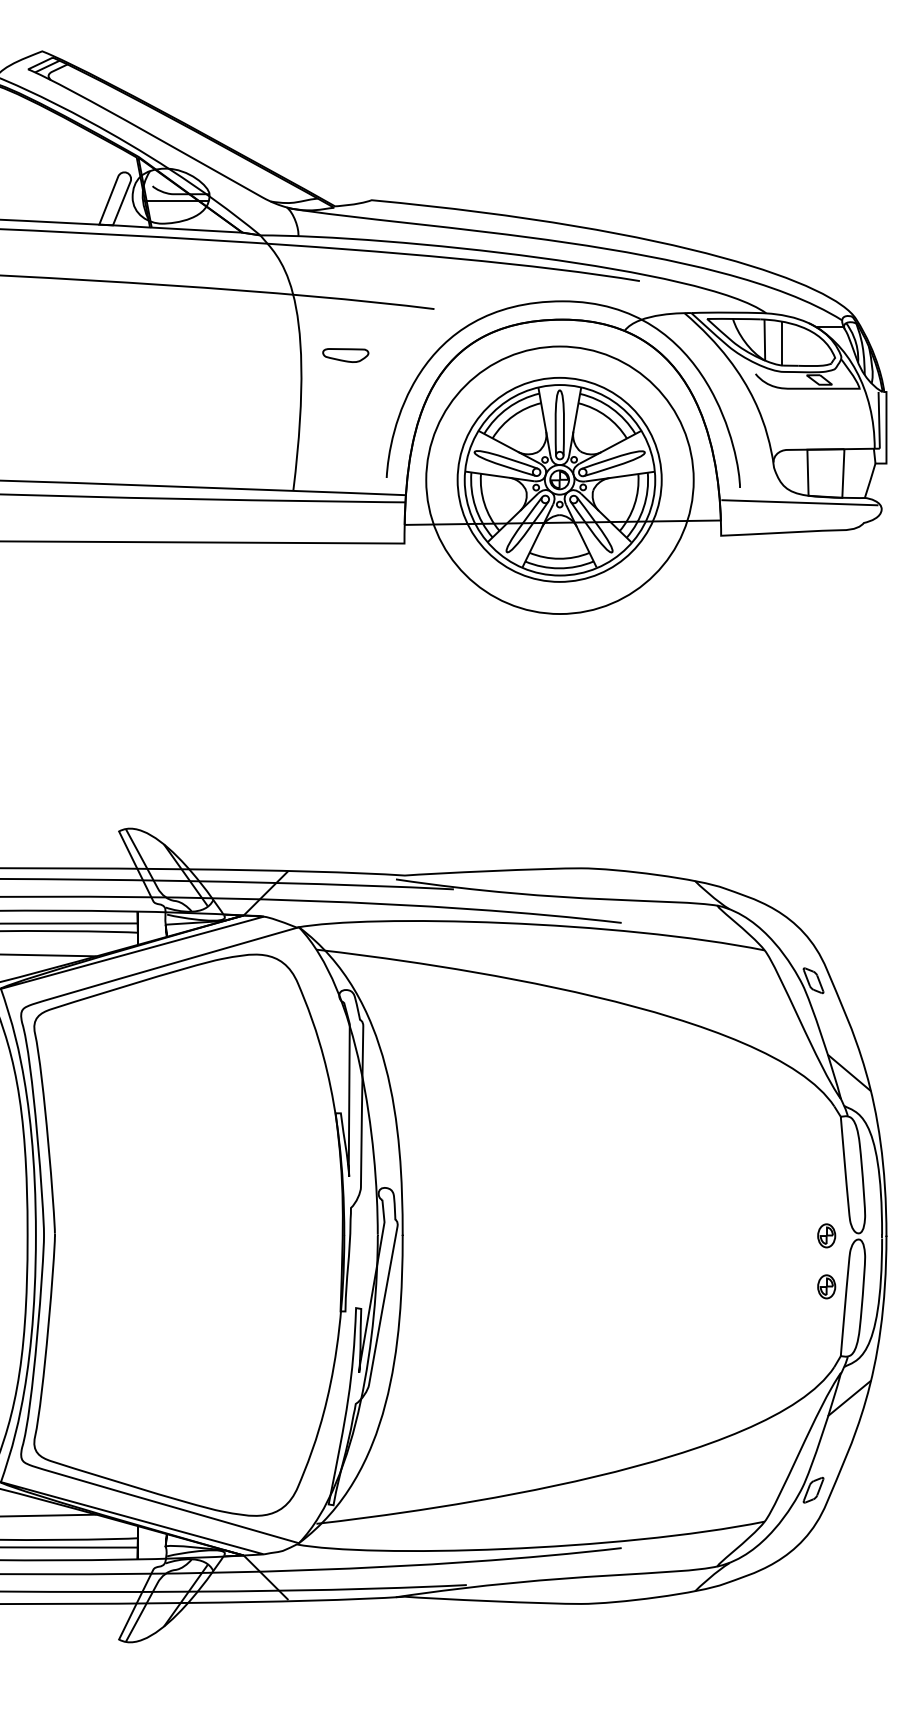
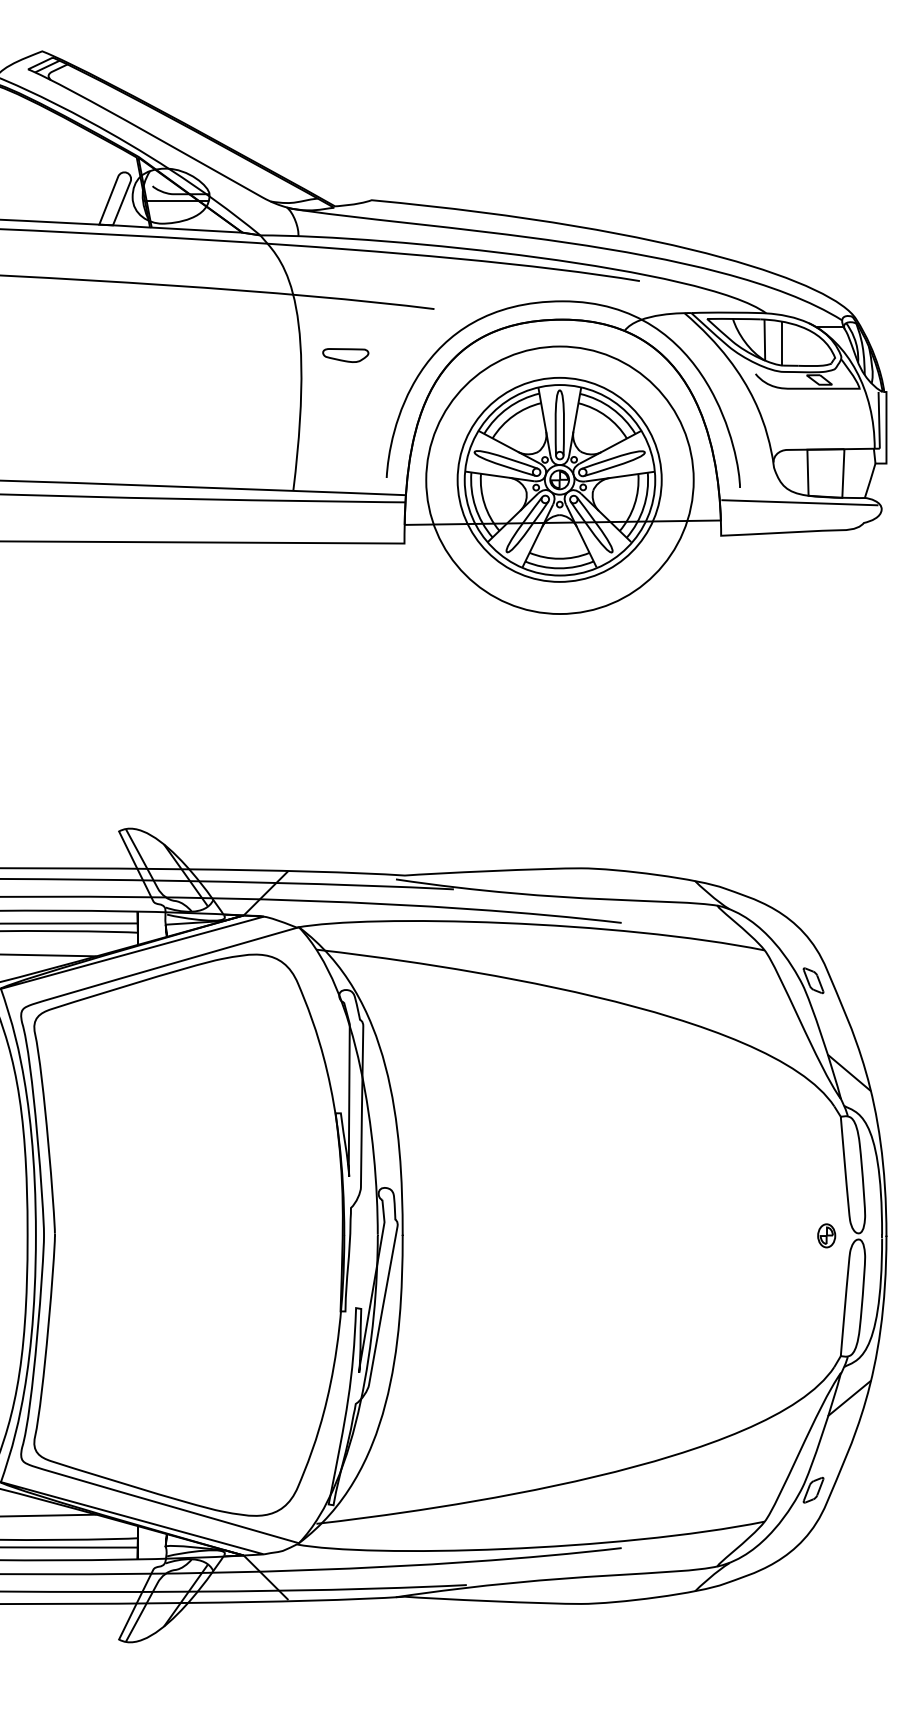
part at (826, 1286): present -> none
